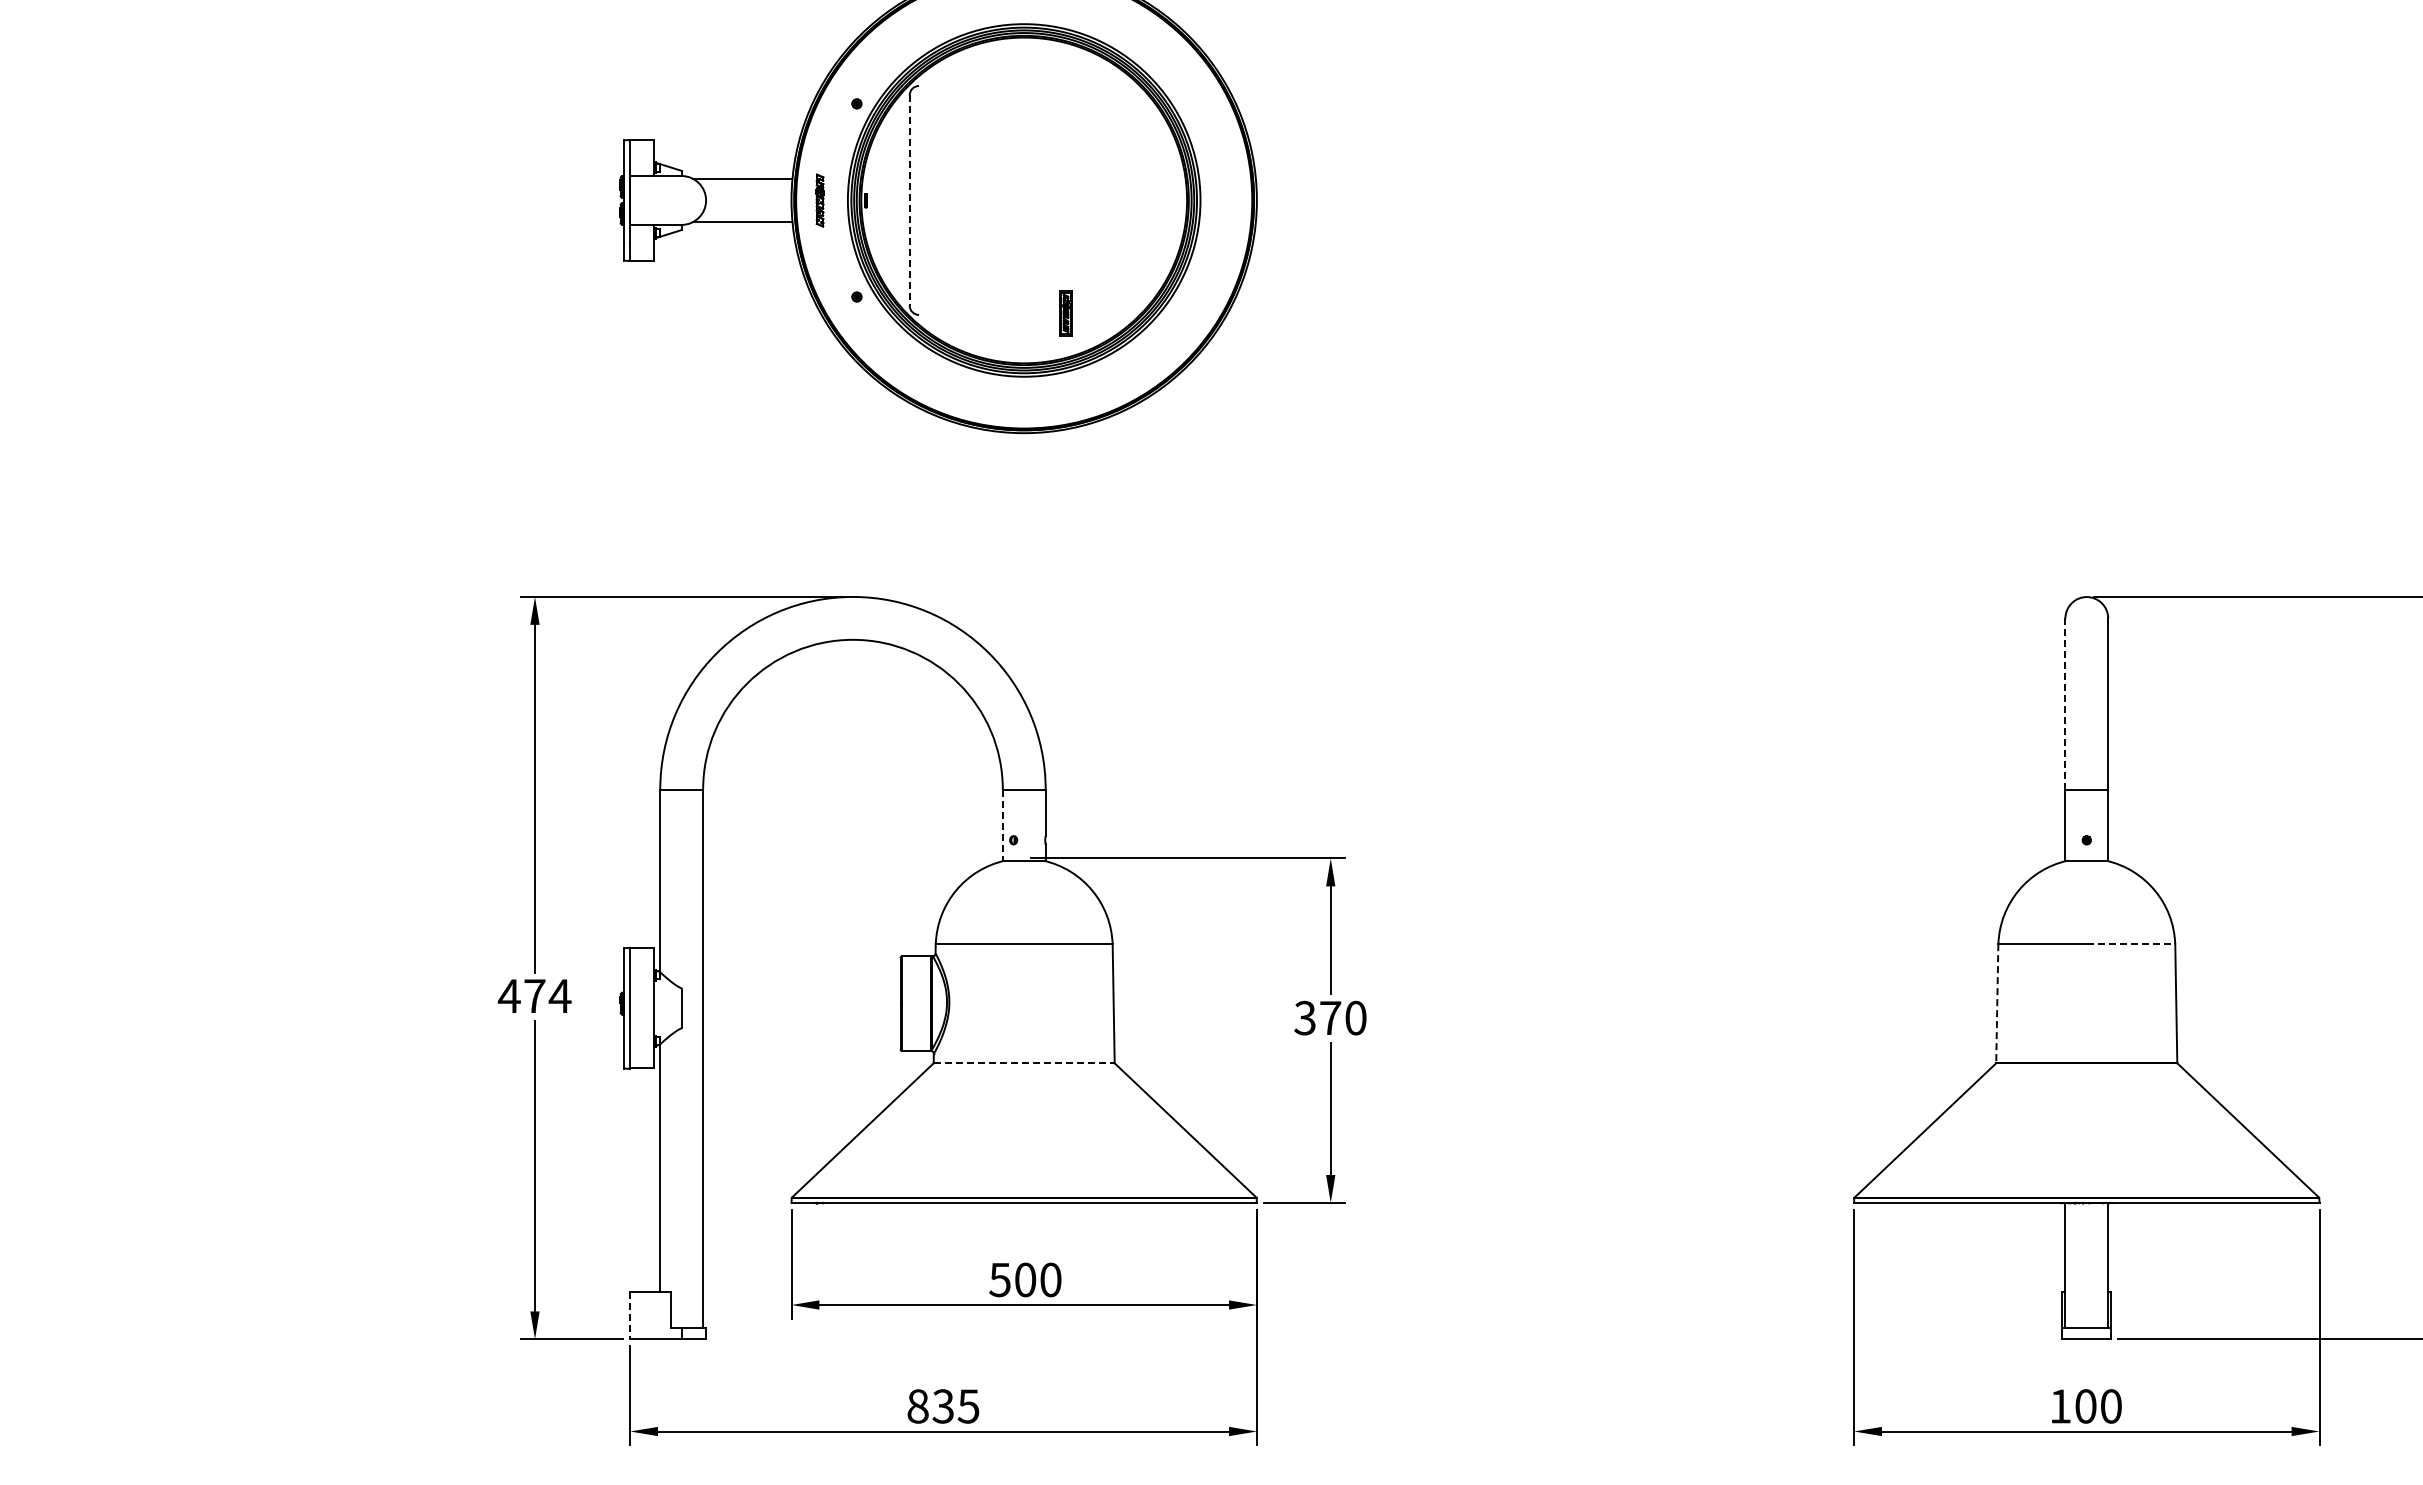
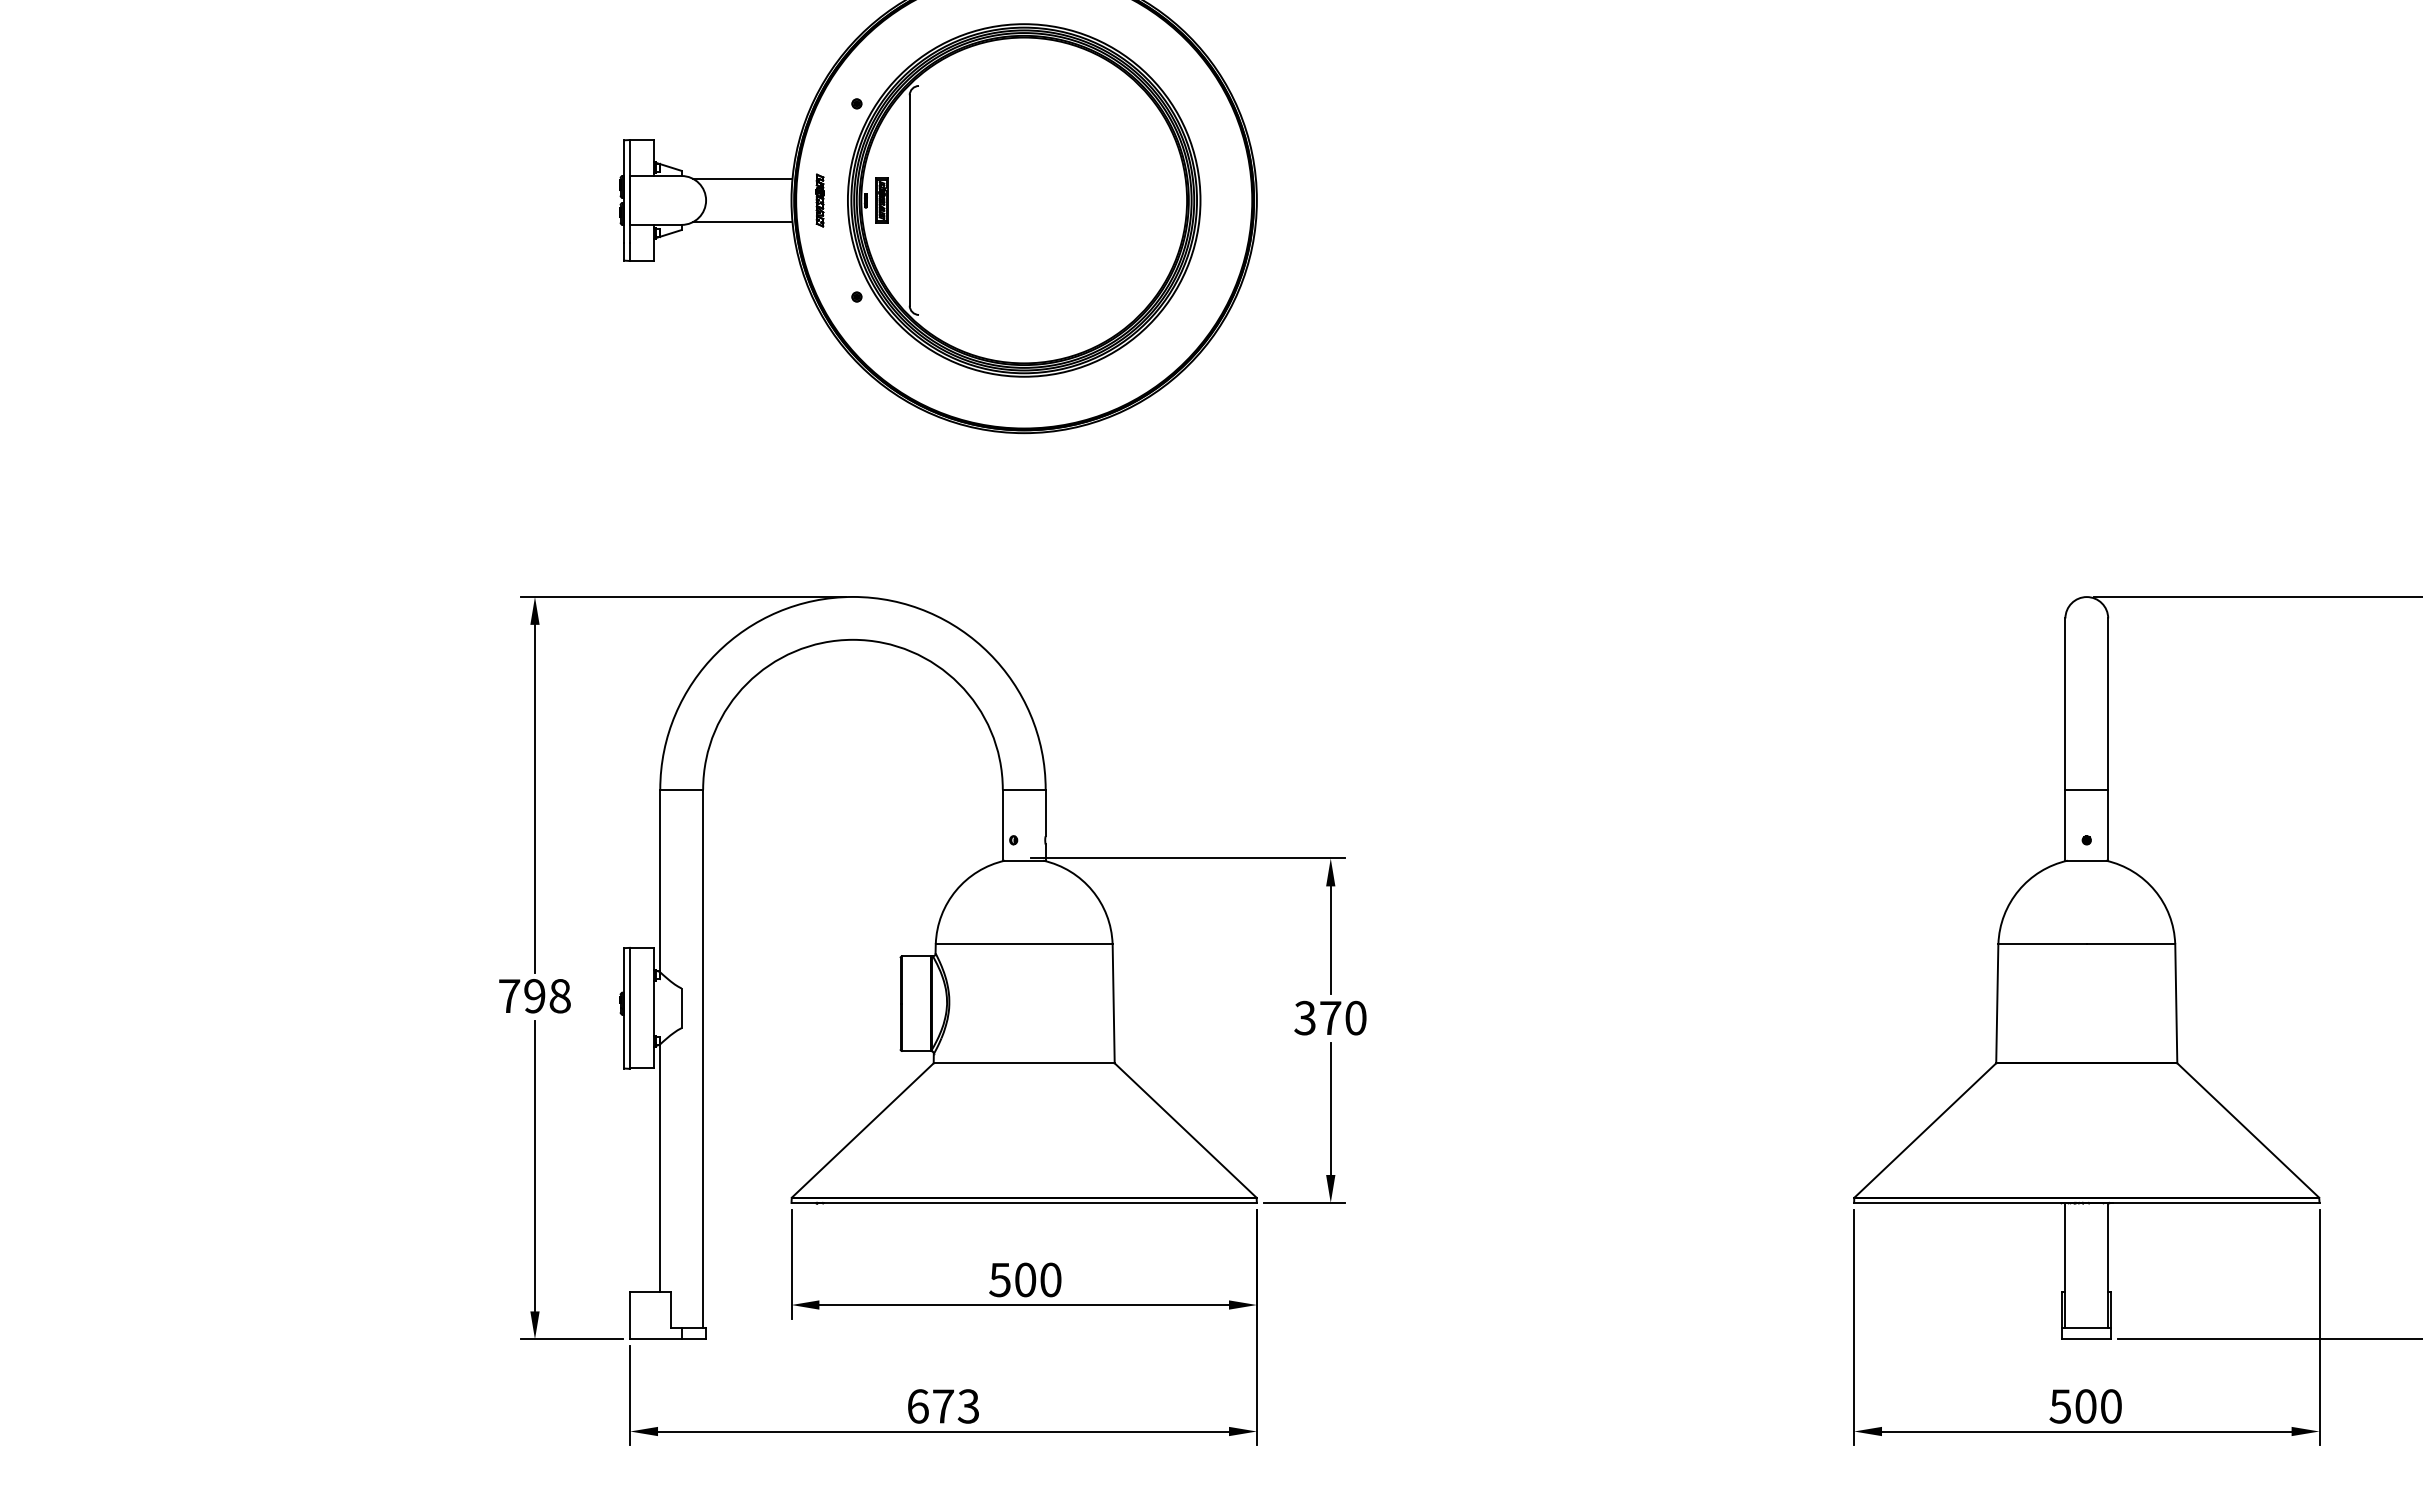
line at (909, 200): dashed -> solid
part at (1065, 313) position: (1065, 313) -> (881, 200)
line at (2065, 704): dashed -> solid
line at (1002, 825): dashed -> solid
line at (2131, 944): dashed -> solid
text at (534, 996): 474 -> 798
line at (1997, 1003): dashed -> solid
line at (1024, 1063): dashed -> solid
line at (630, 1315): dashed -> solid
text at (943, 1406): 835 -> 673
text at (2059, 1406): 100 -> 500
